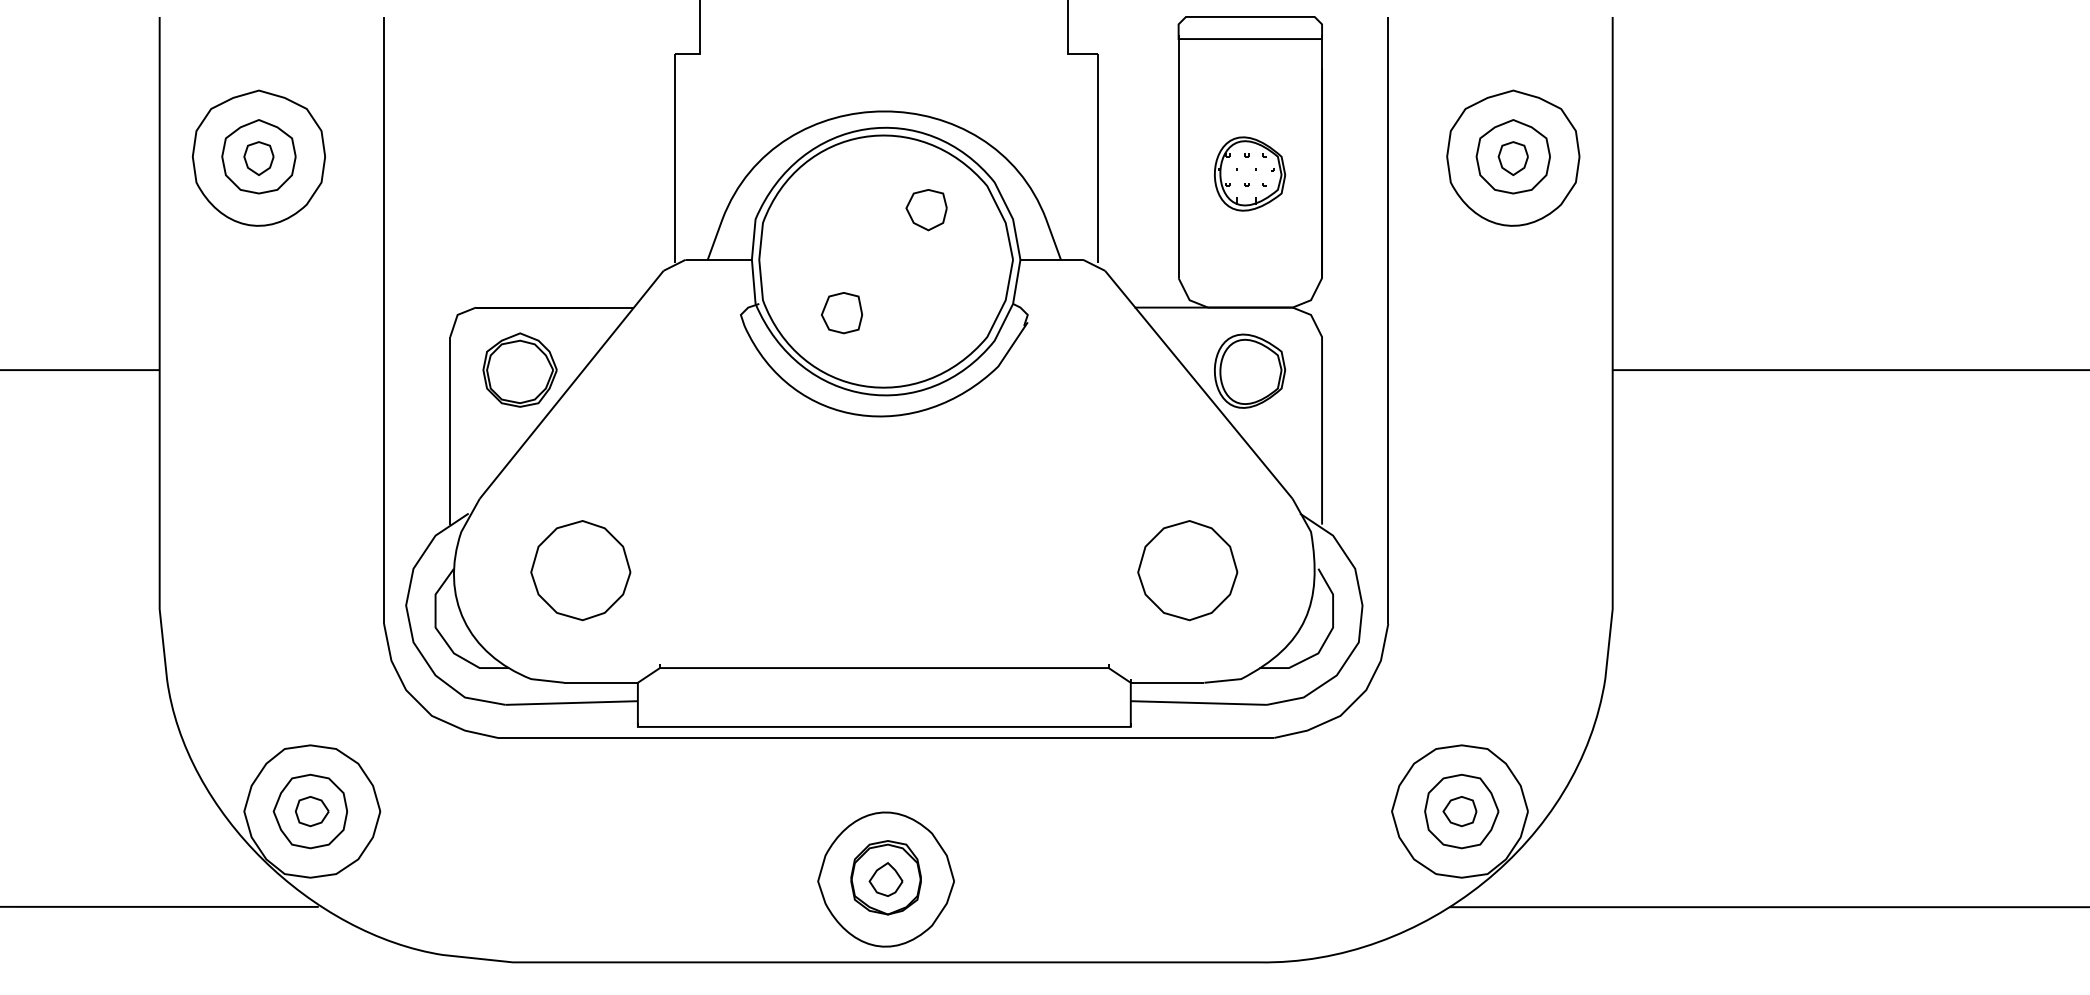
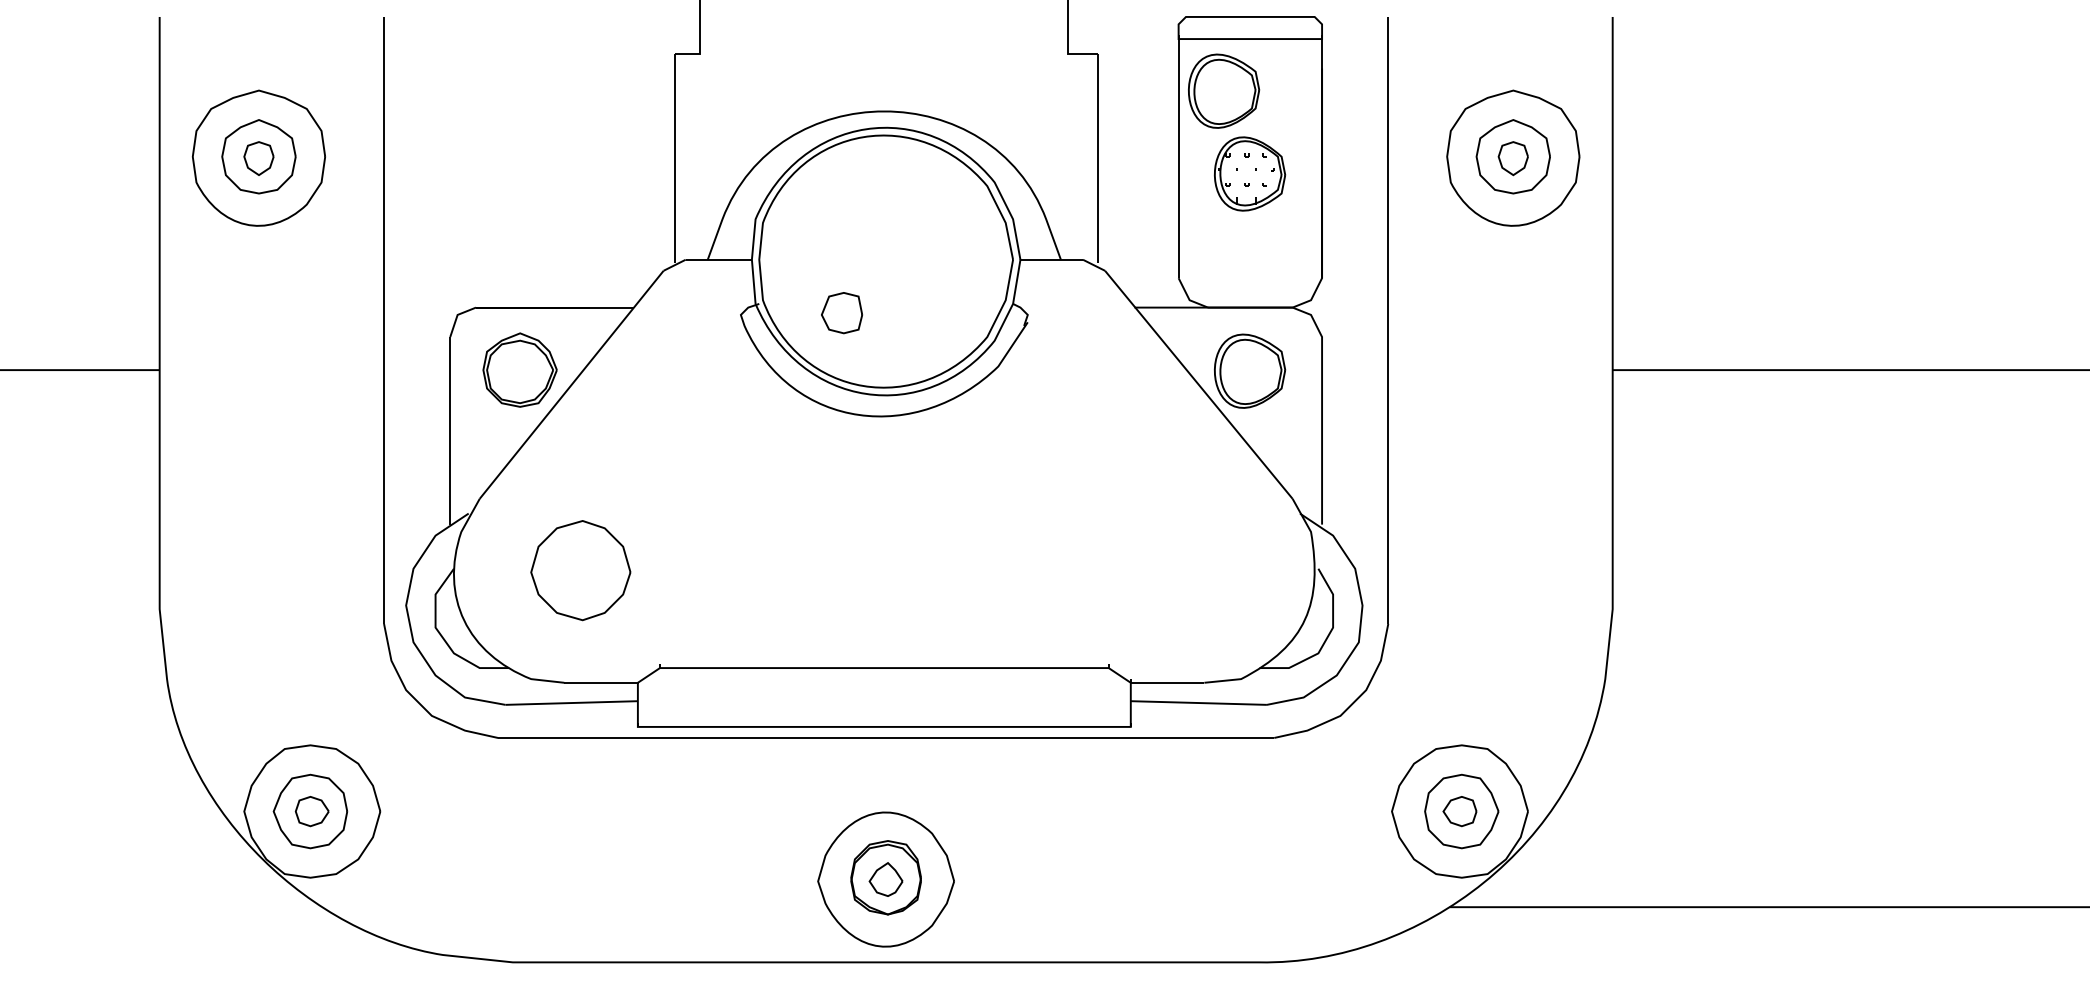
part at (1224, 90): none -> present
part at (926, 210): present -> none
part at (1187, 570): present -> none
line at (159, 906): present -> none
